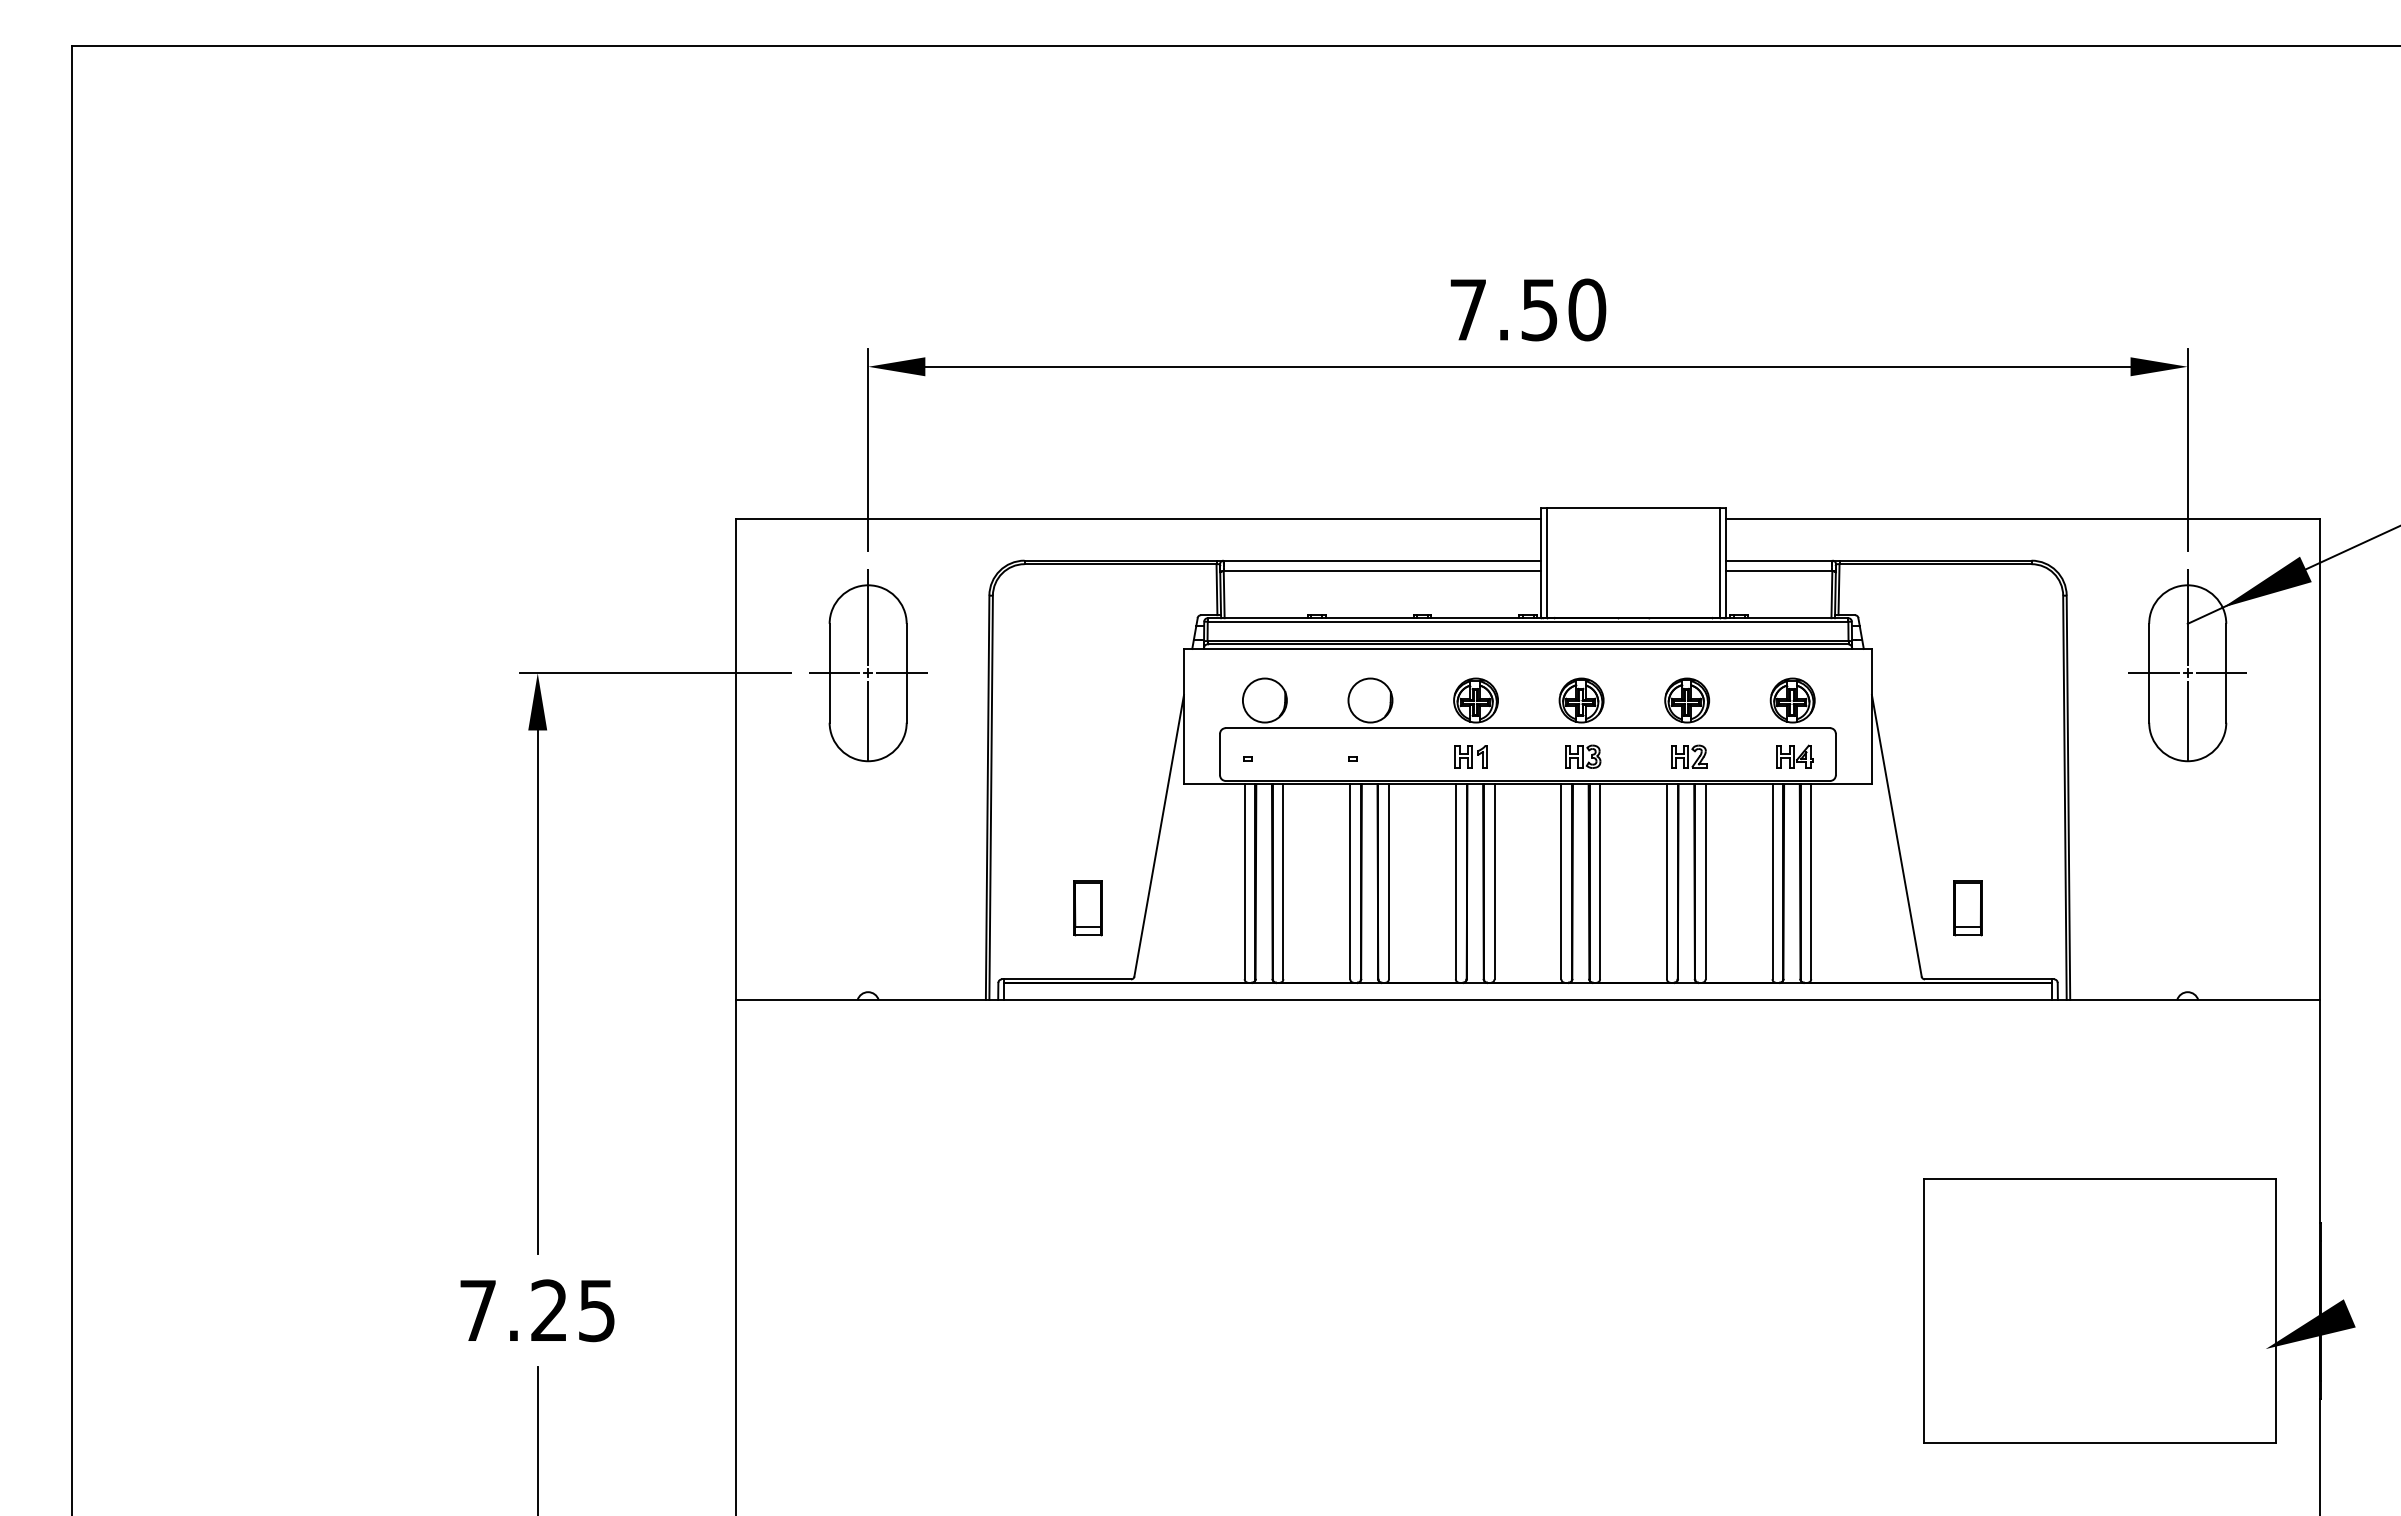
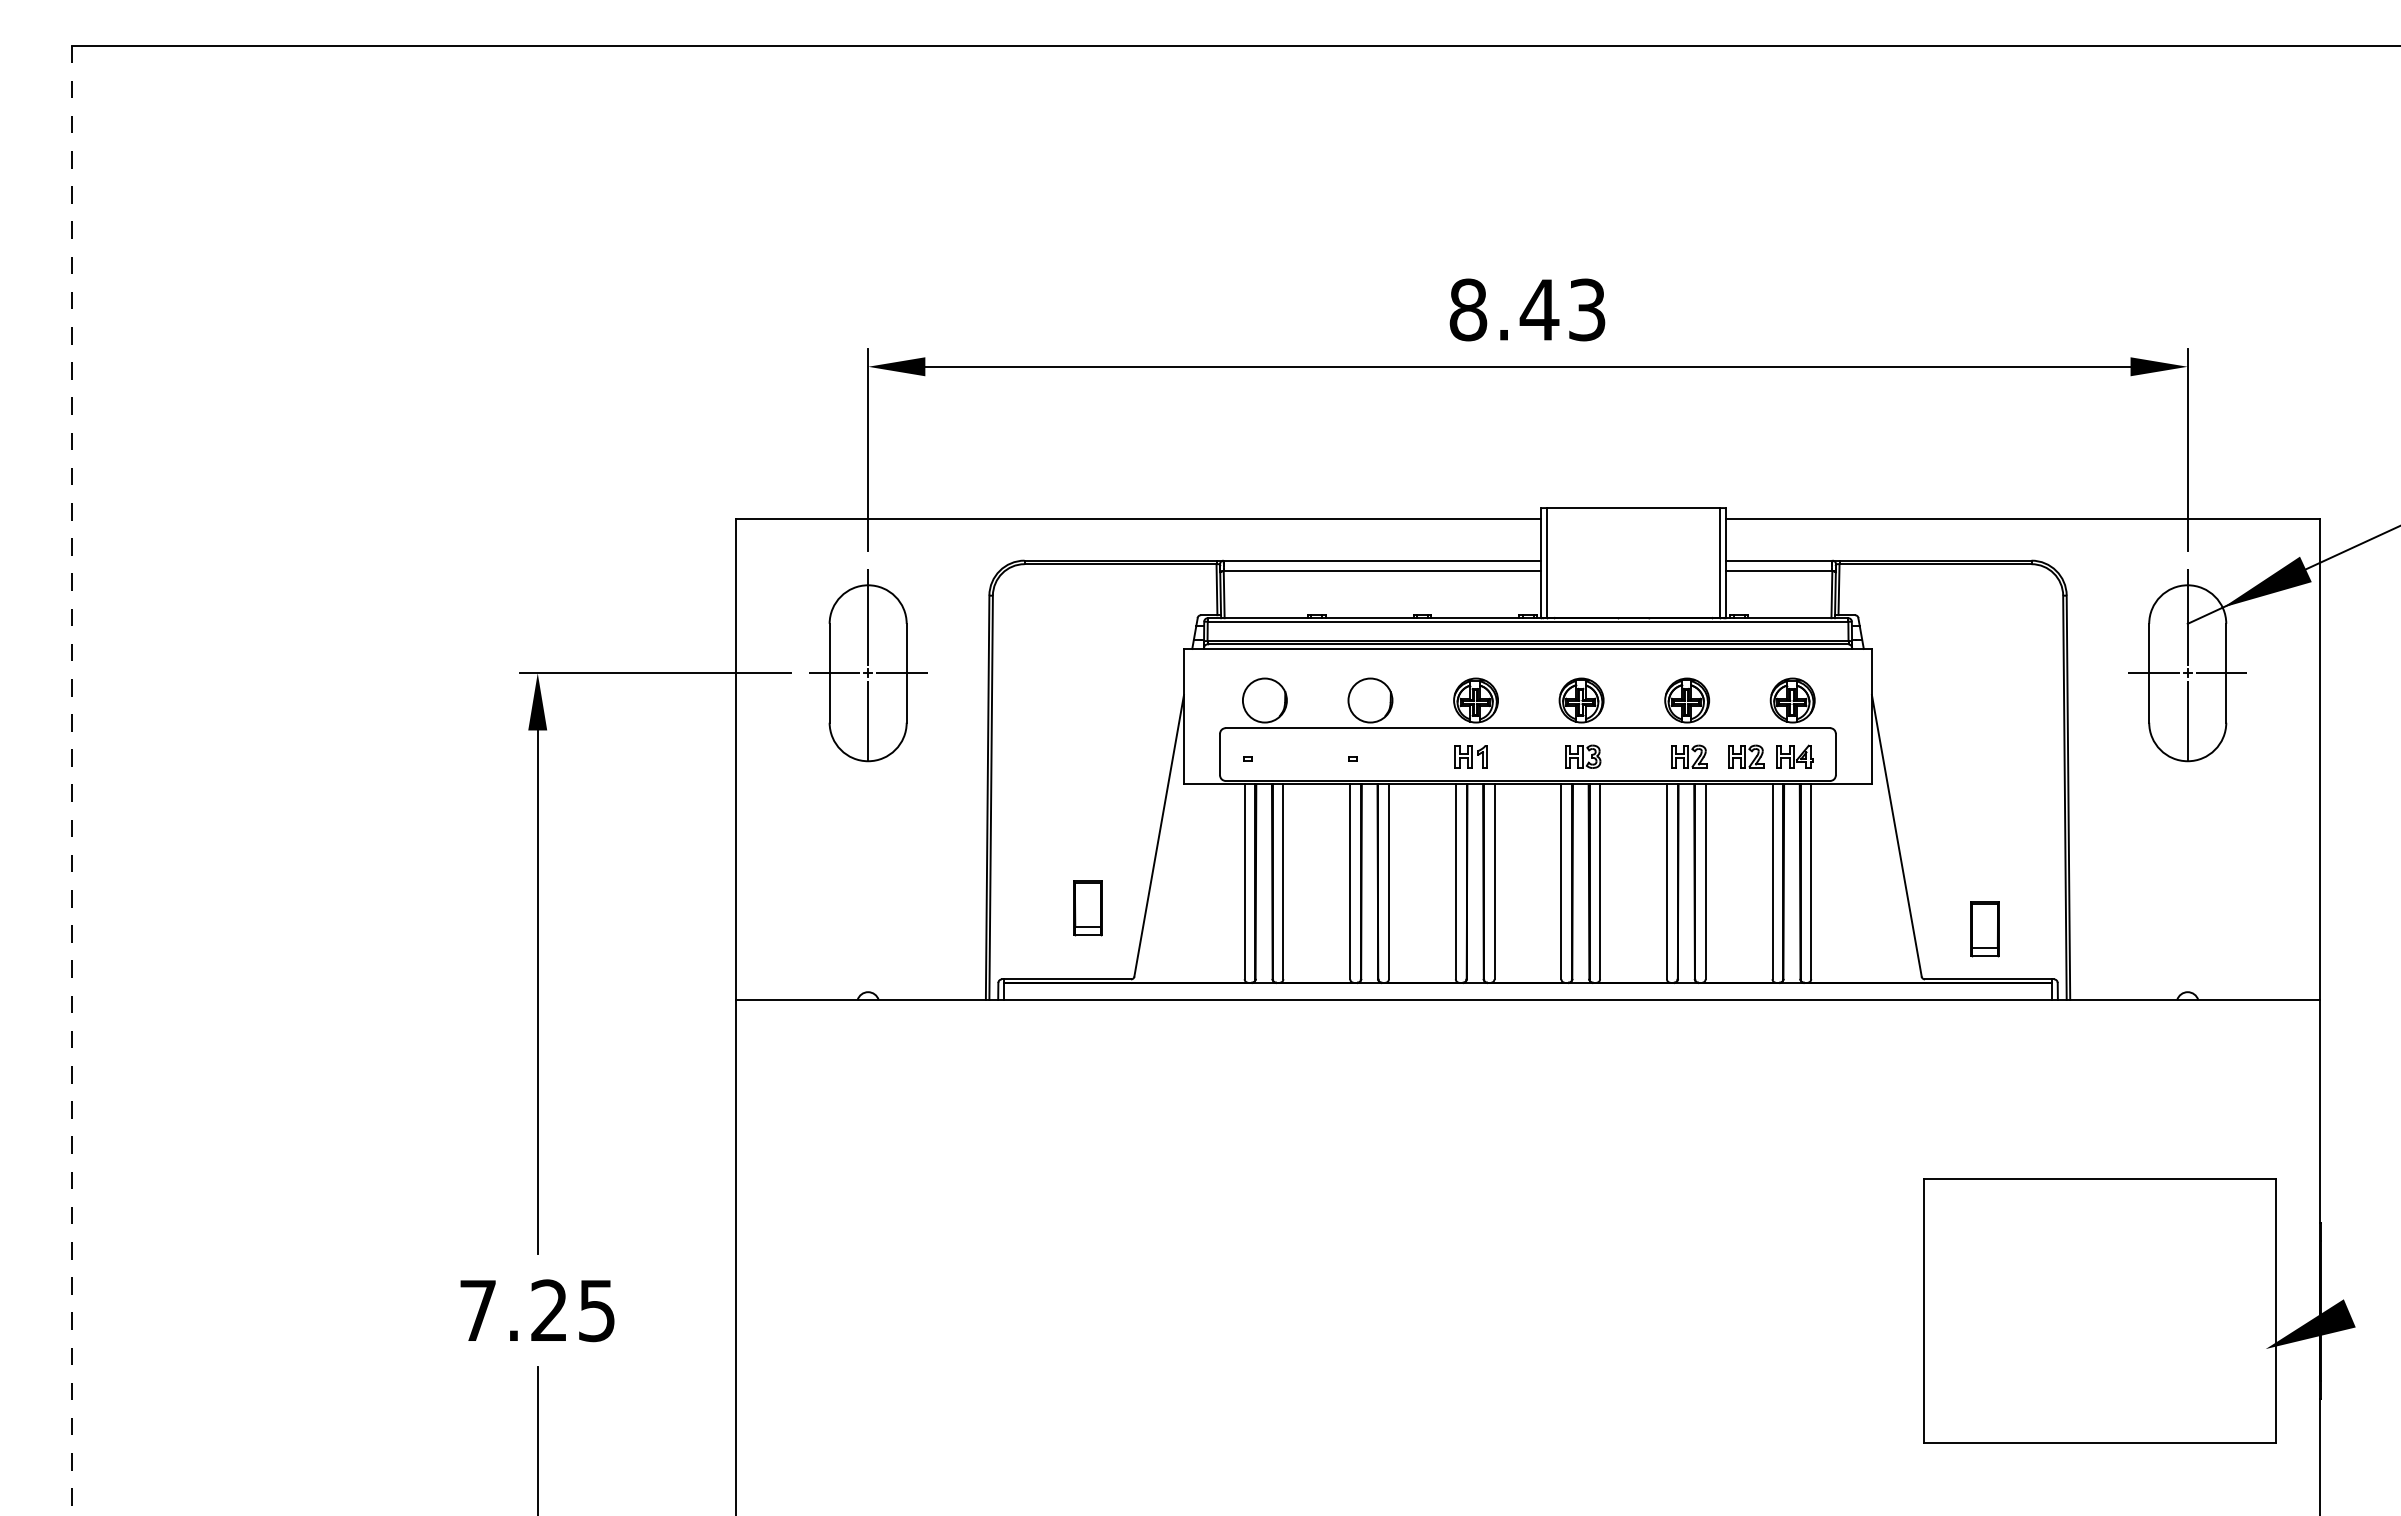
text at (1527, 309): 7.50 -> 8.43
part at (1746, 756): none -> present
line at (72, 780): solid -> dashed
part at (1967, 908) position: (1967, 908) -> (1984, 929)
